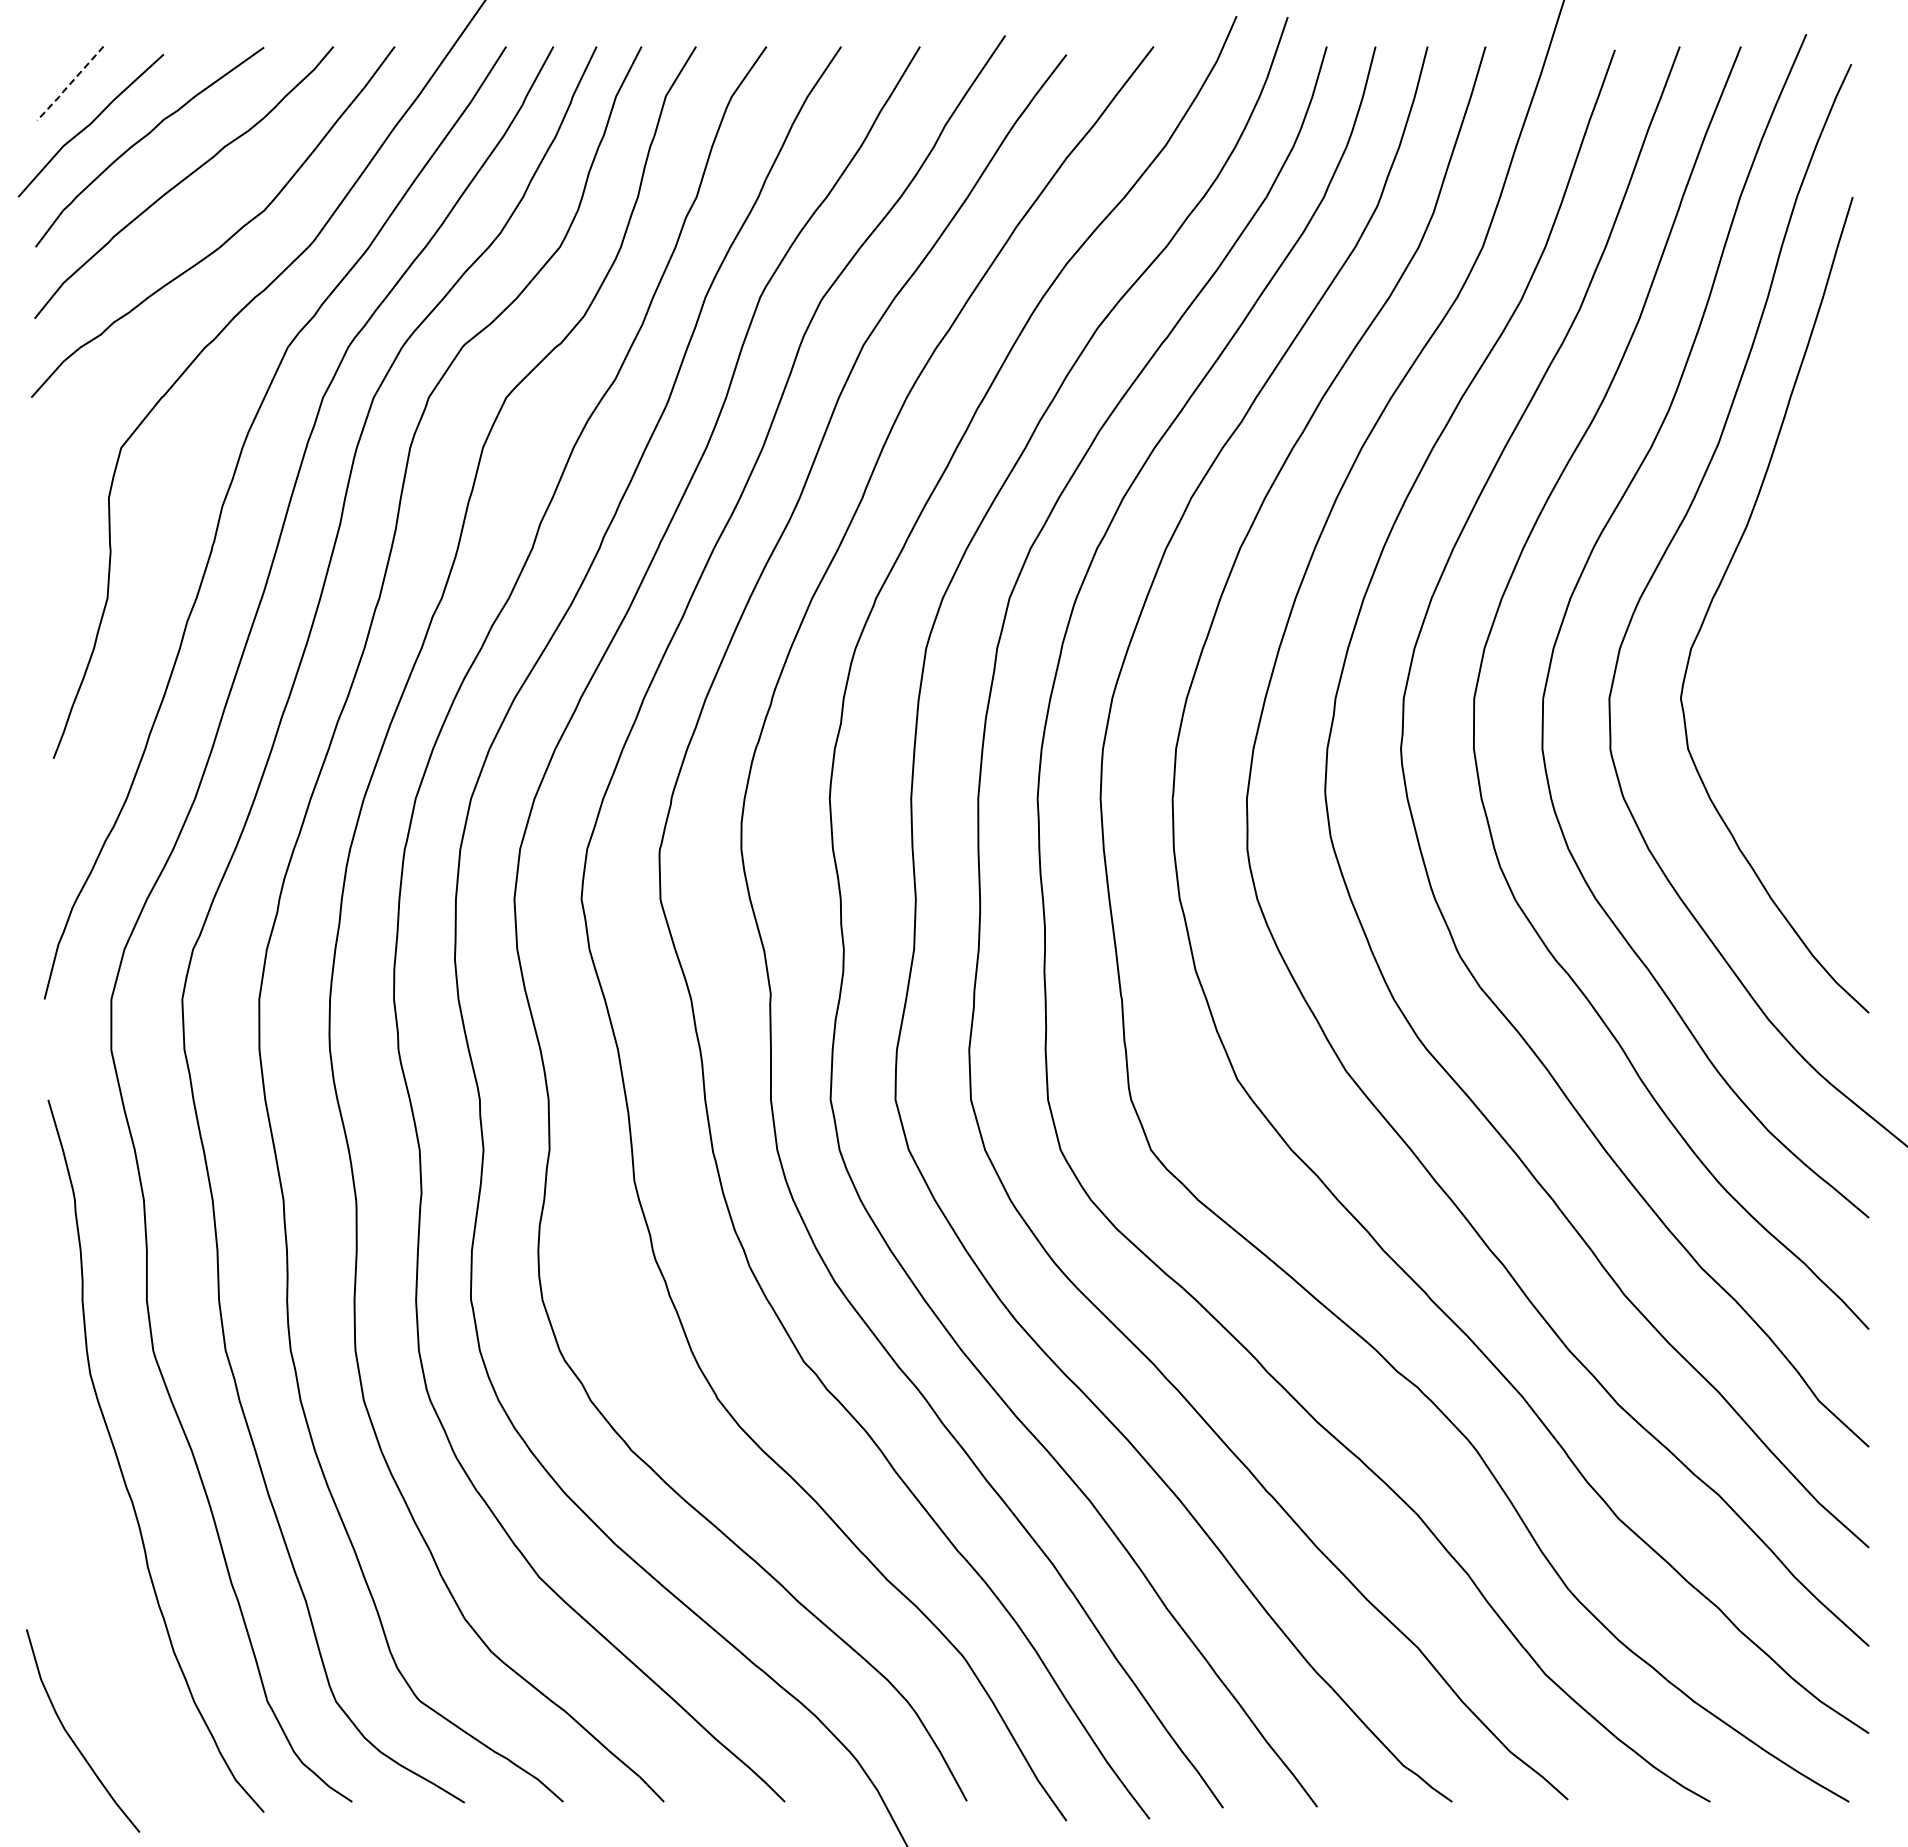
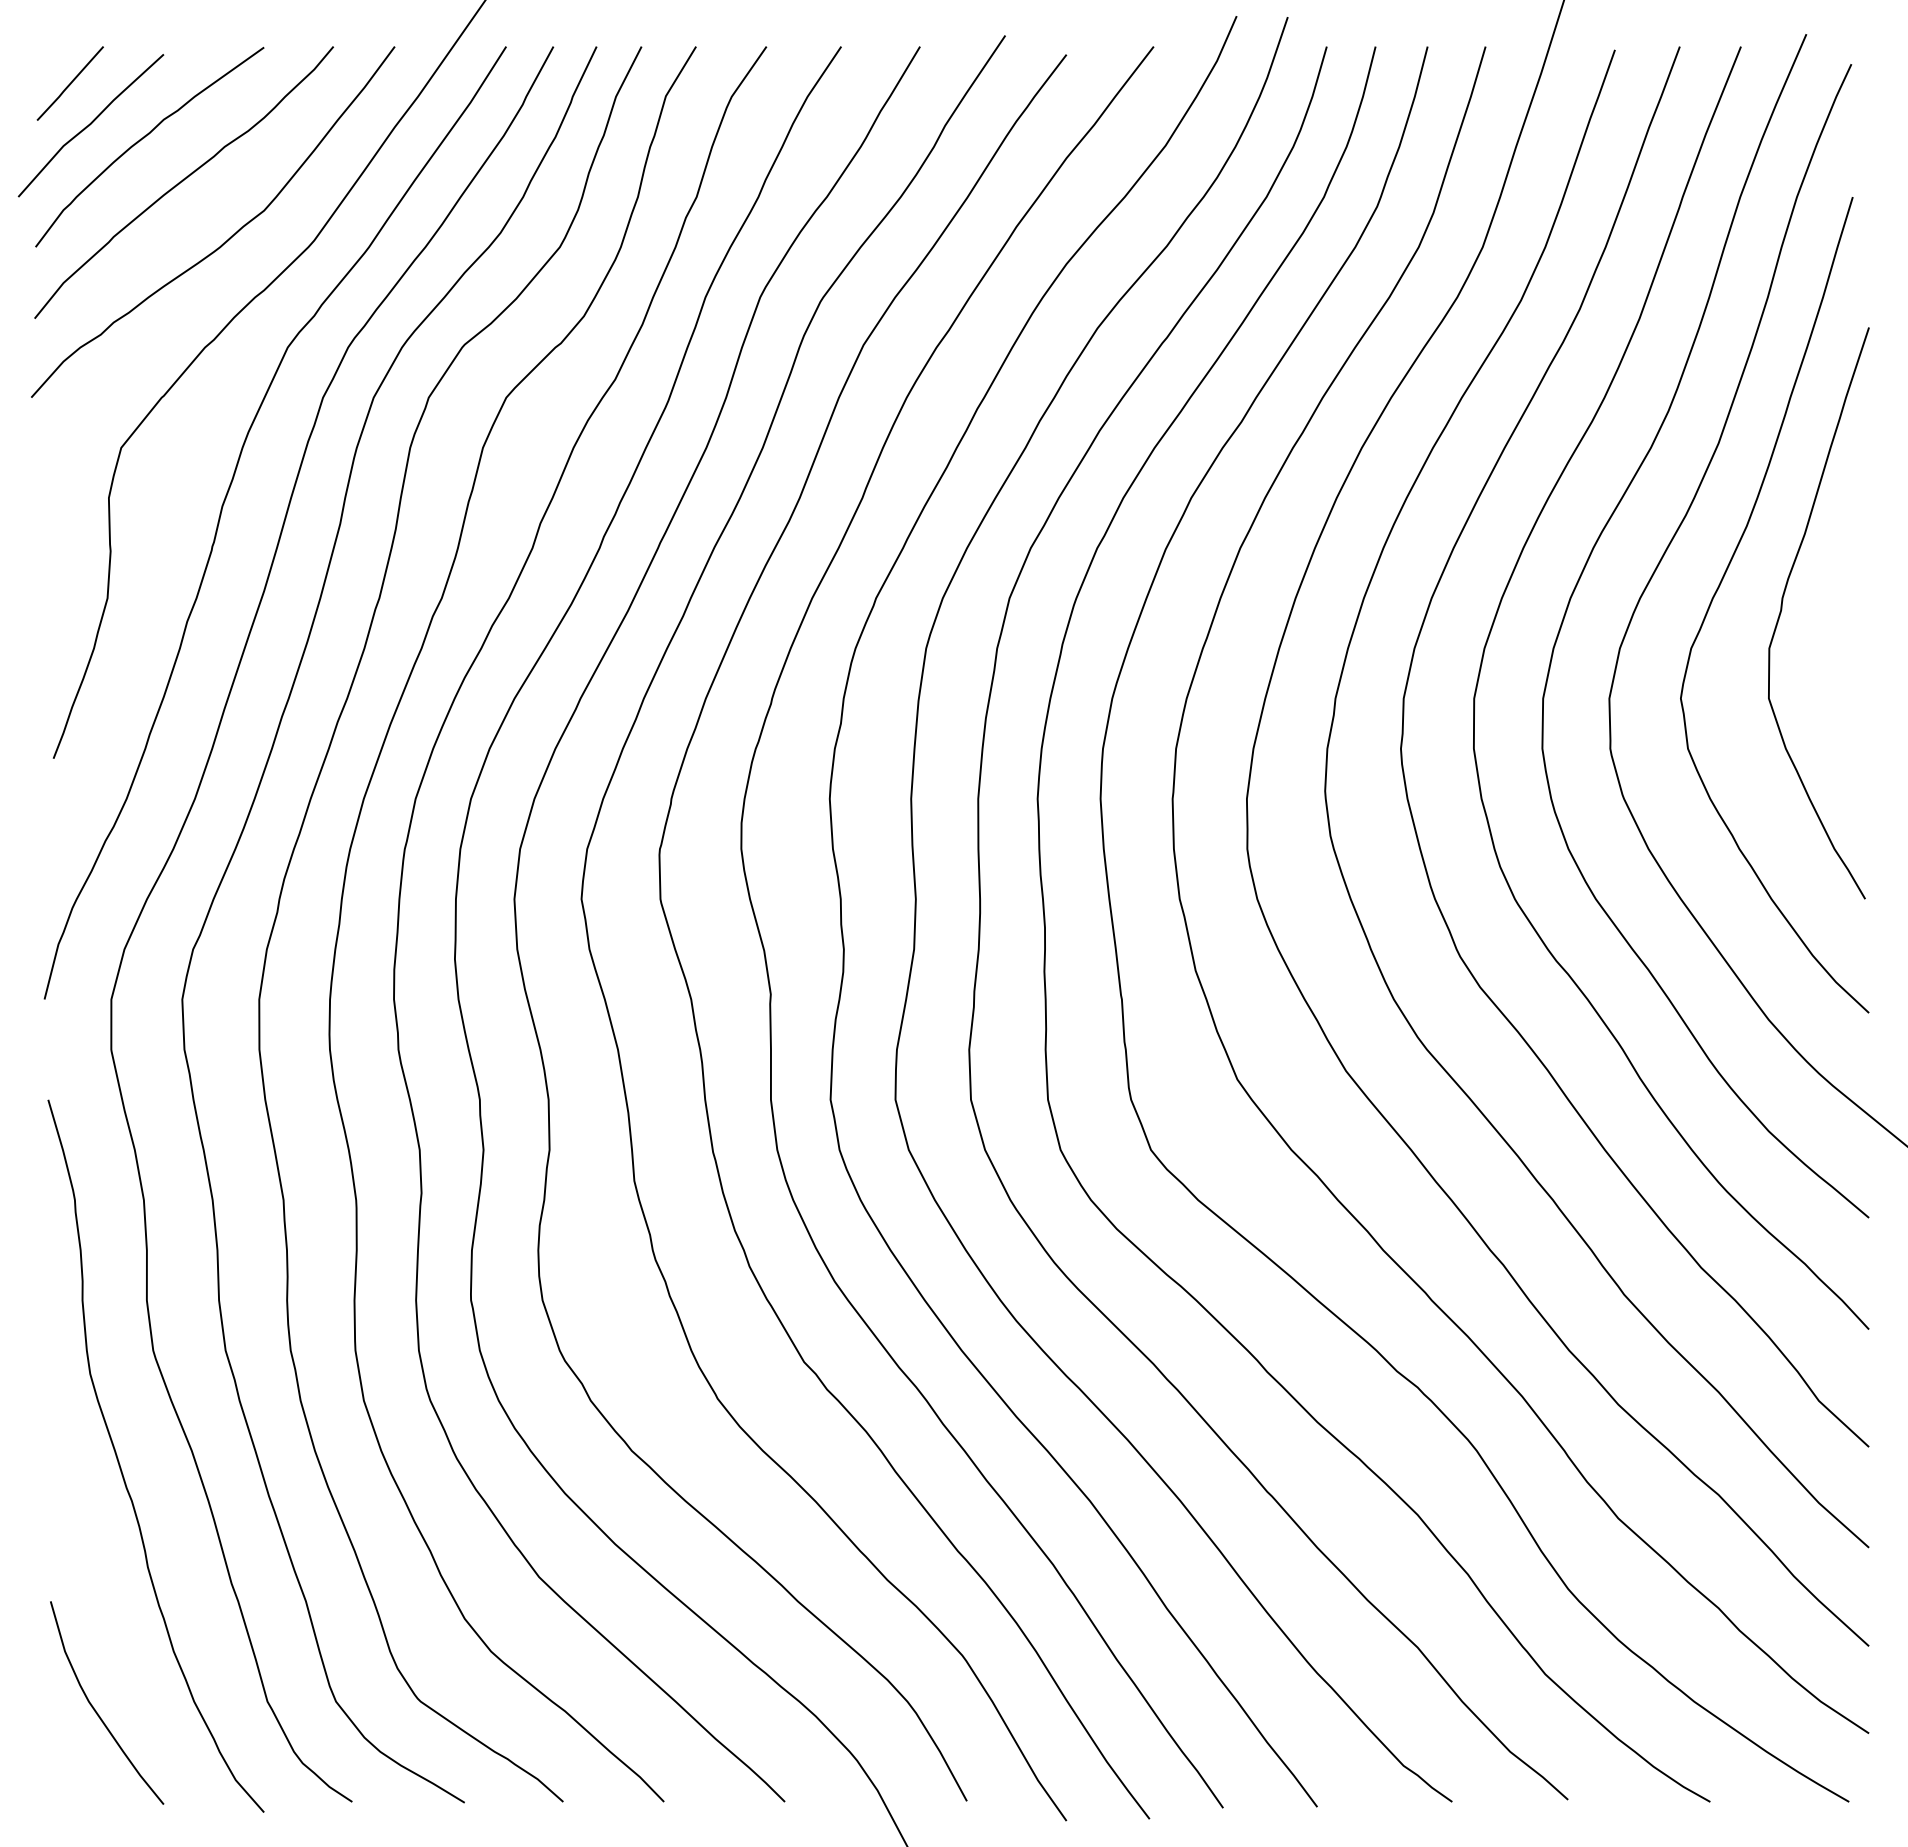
line at (69, 84): dashed -> solid
curve at (1782, 609): none -> present
curve at (72, 1738) position: (72, 1738) -> (96, 1710)
